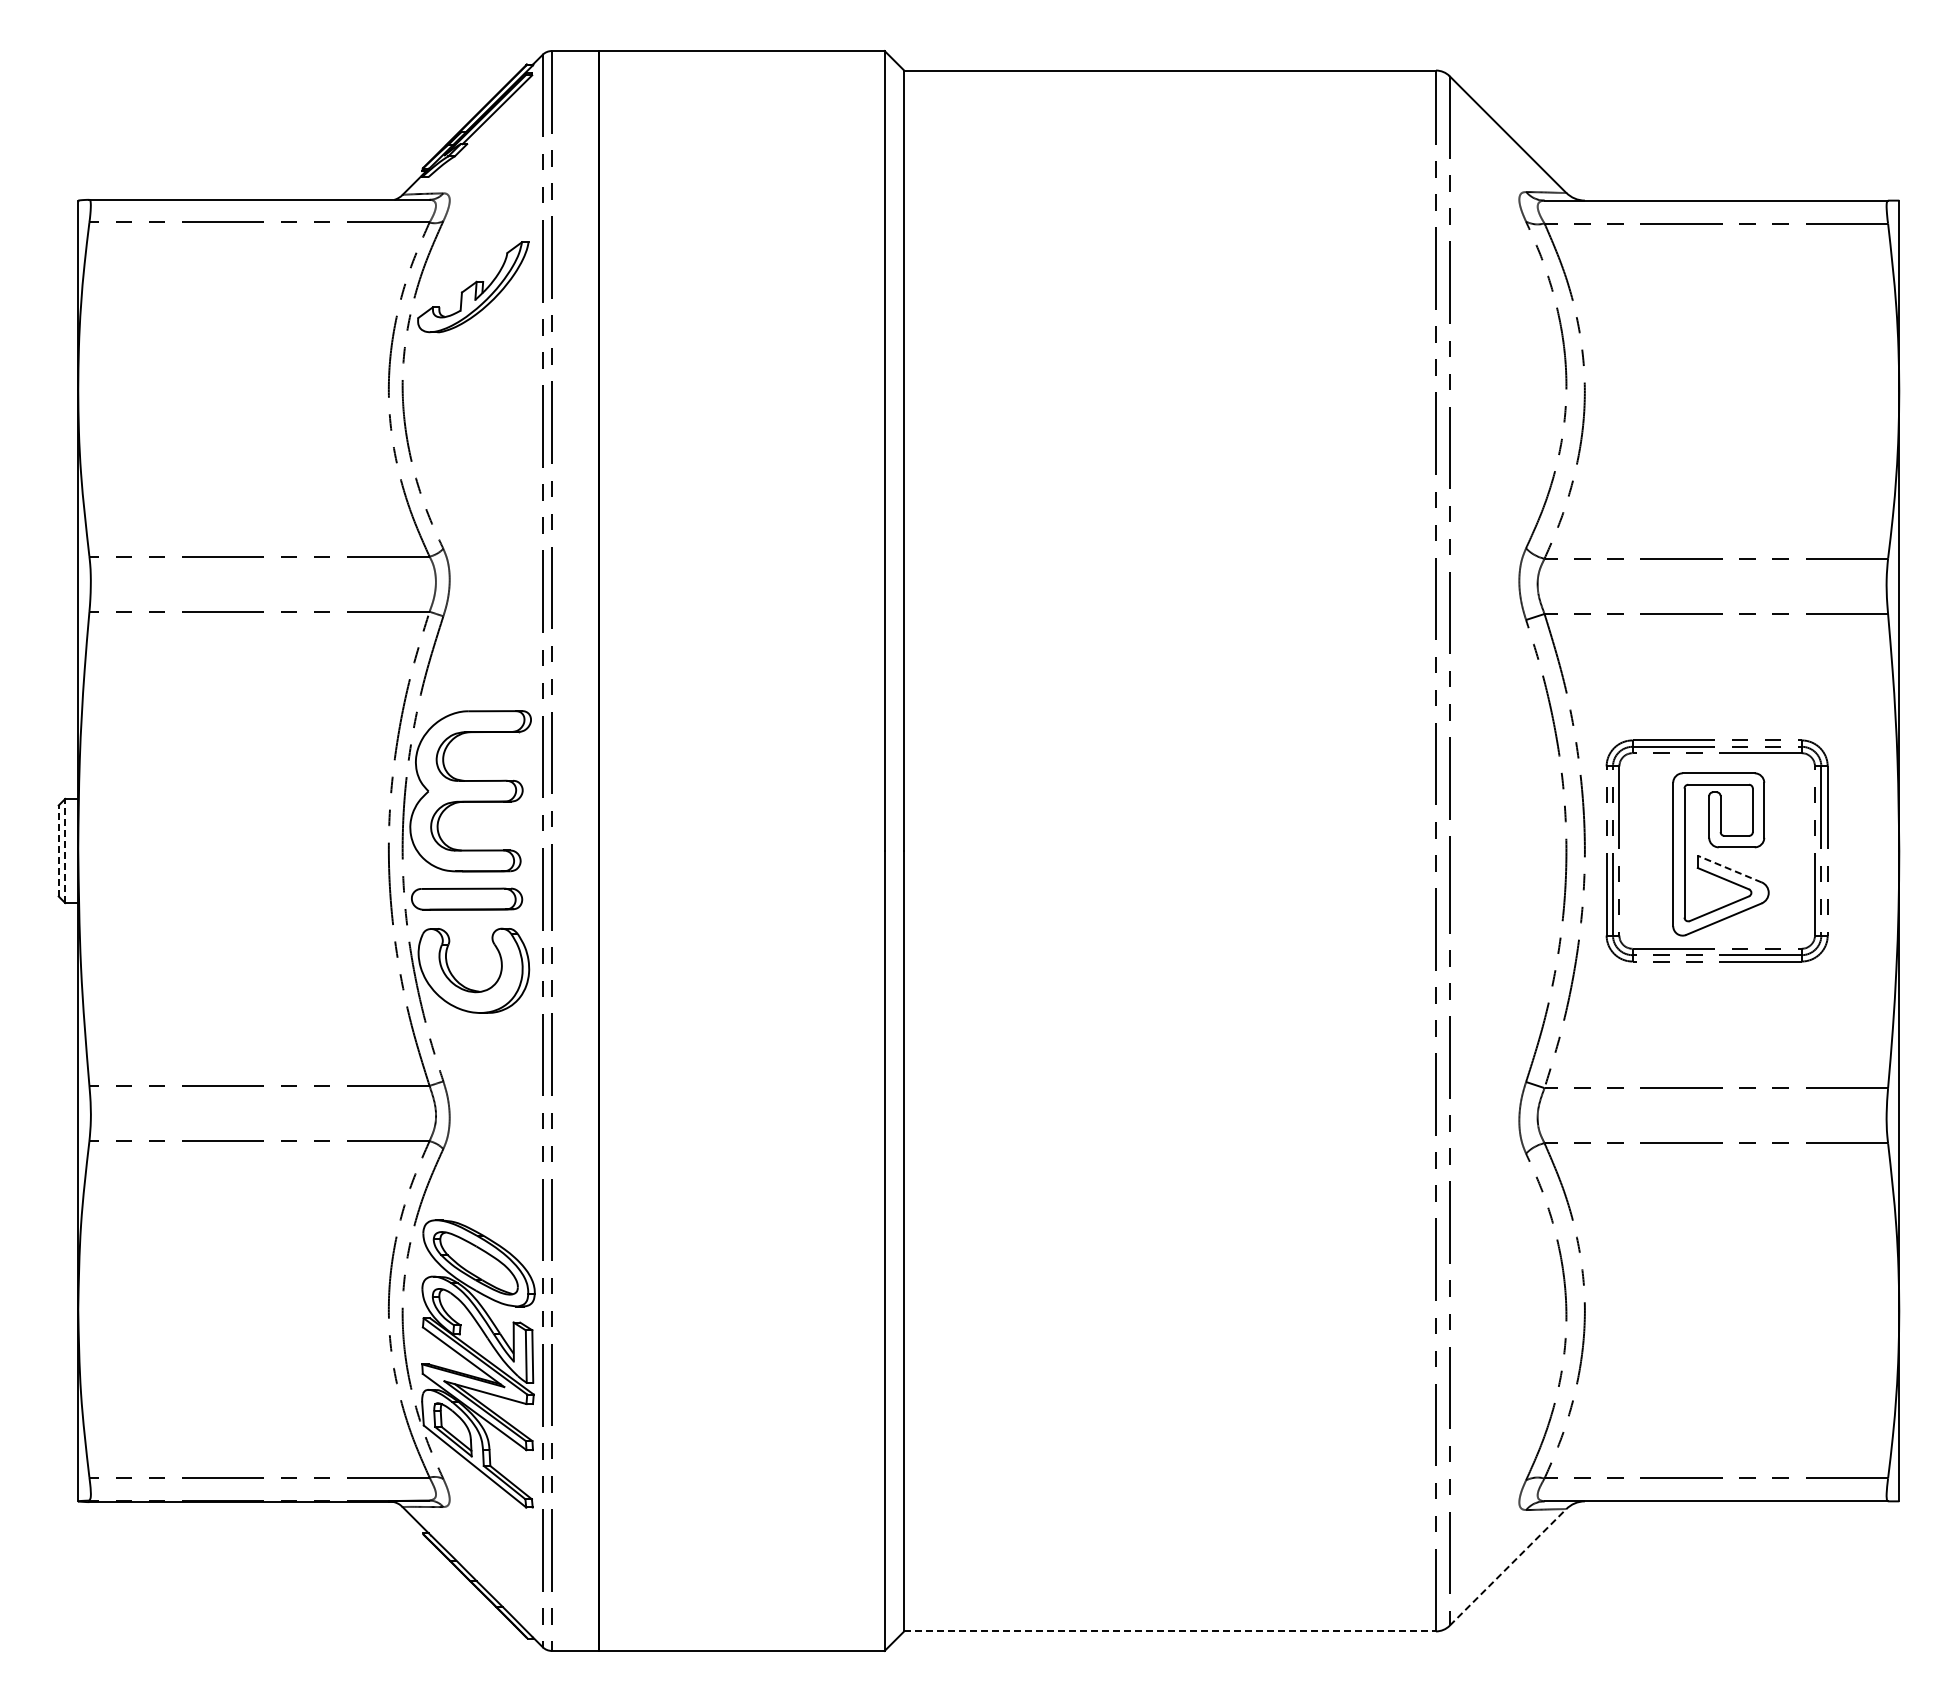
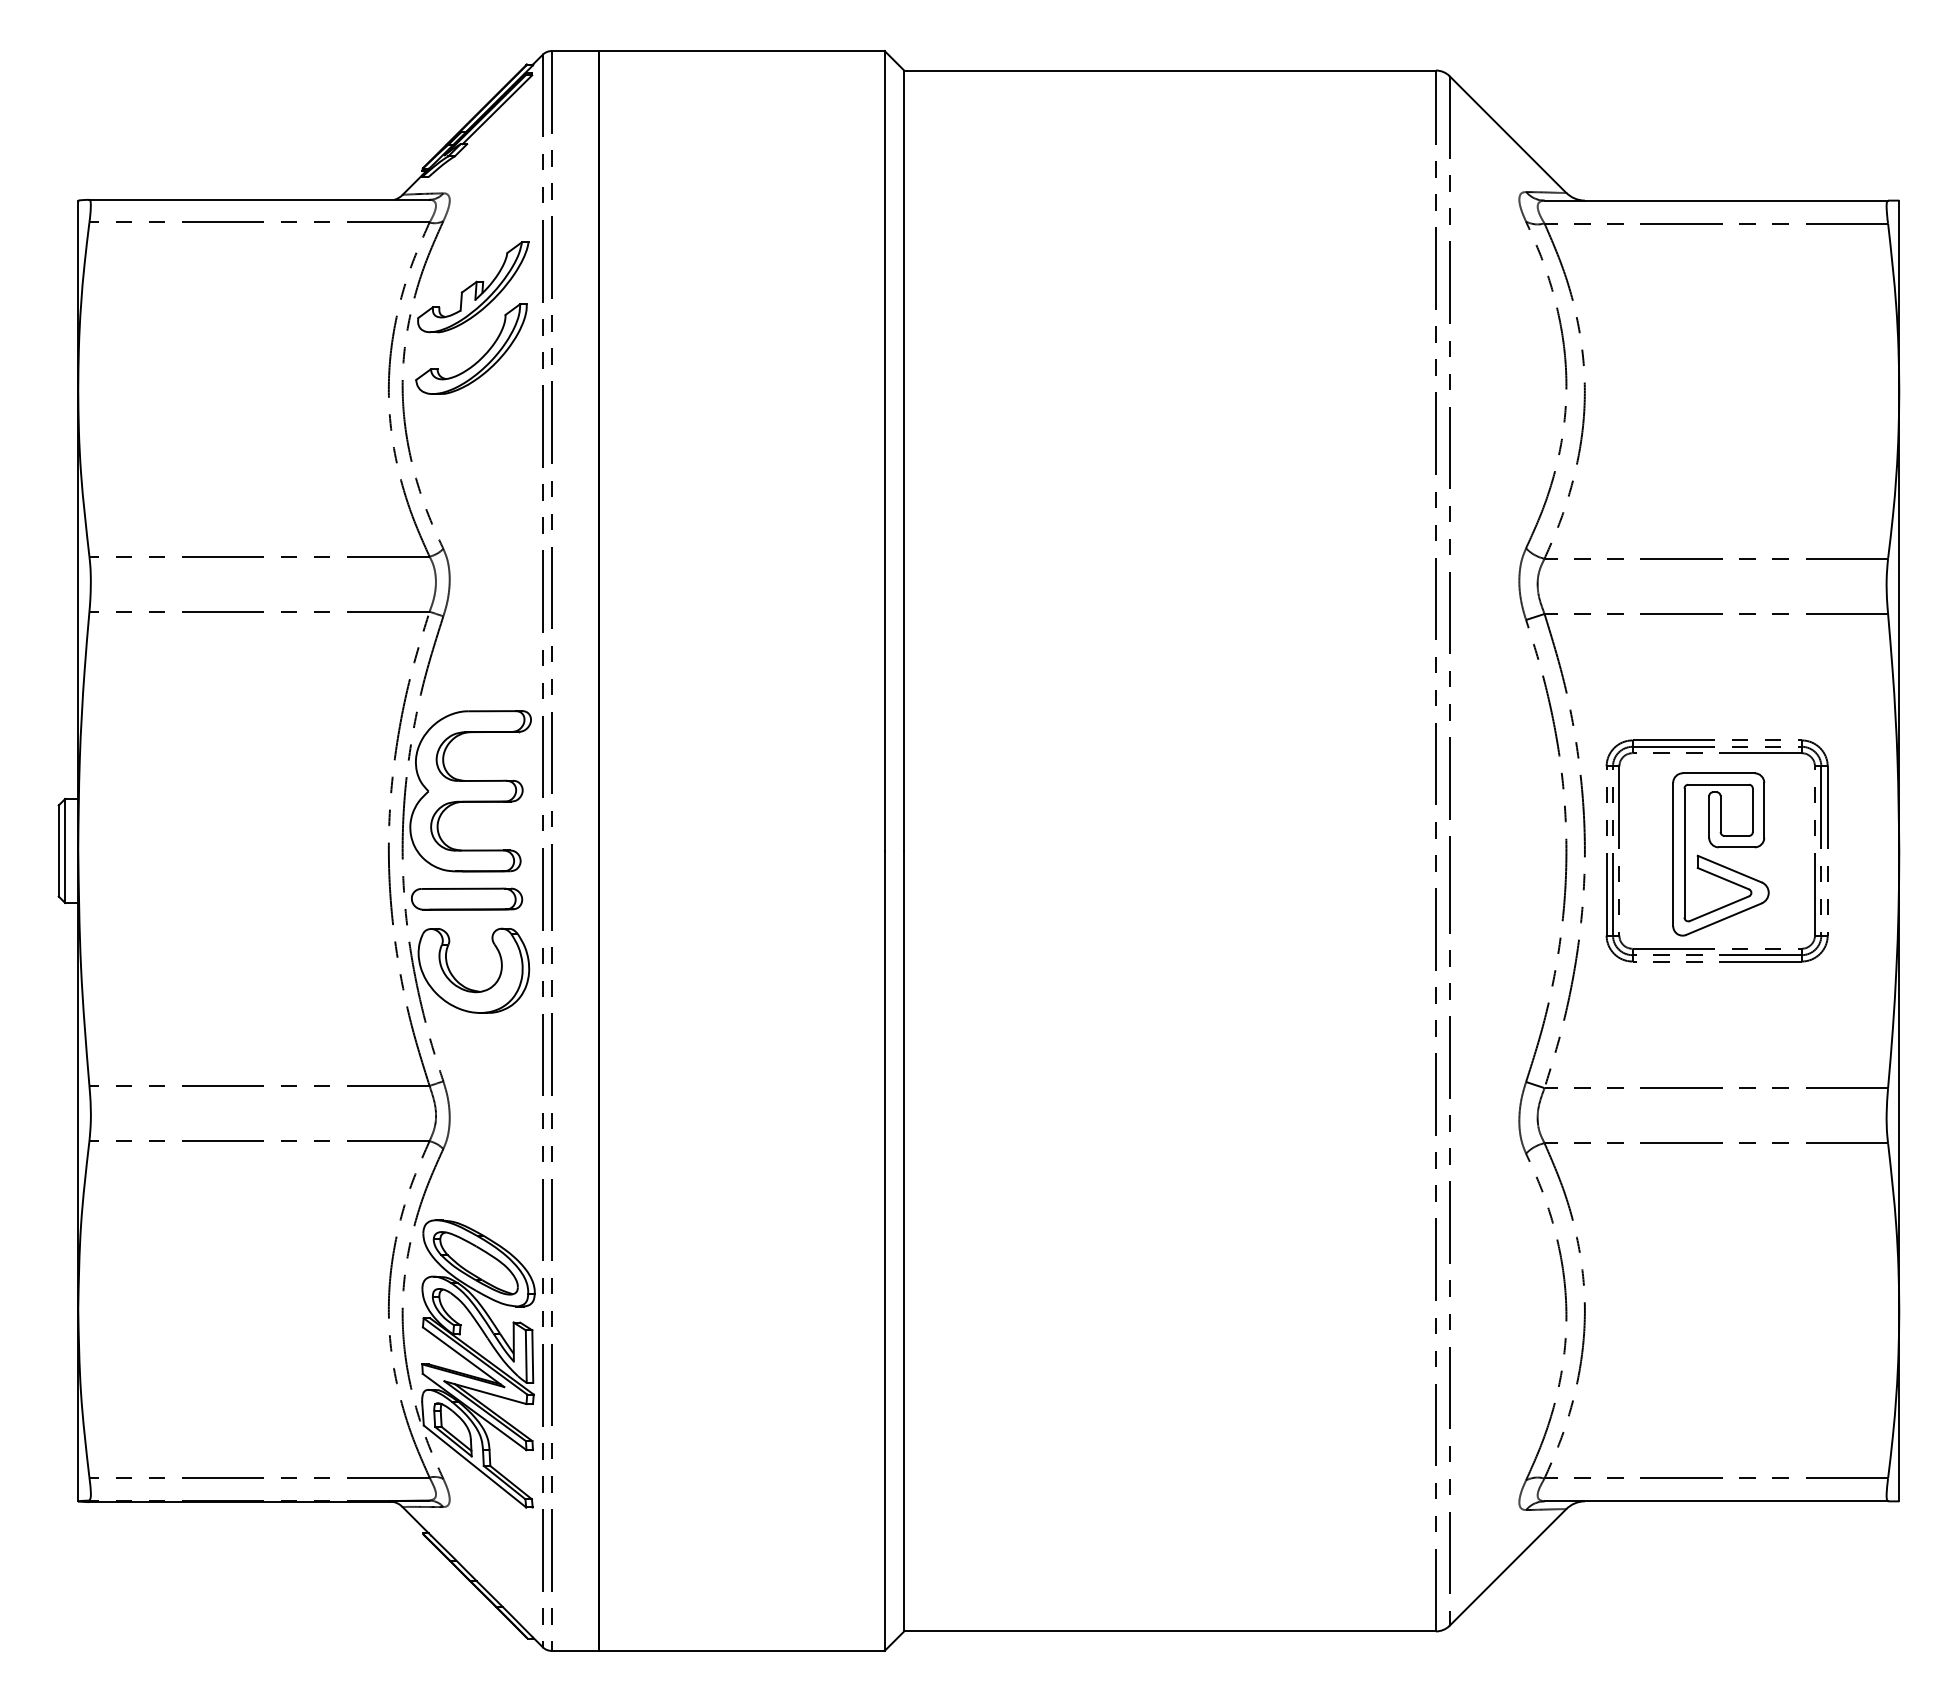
part at (481, 357): none -> present
line at (58, 850): dashed -> solid
line at (65, 850): dashed -> solid
line at (1729, 869): dashed -> solid
line at (1508, 1567): dashed -> solid
line at (1170, 1631): dashed -> solid
